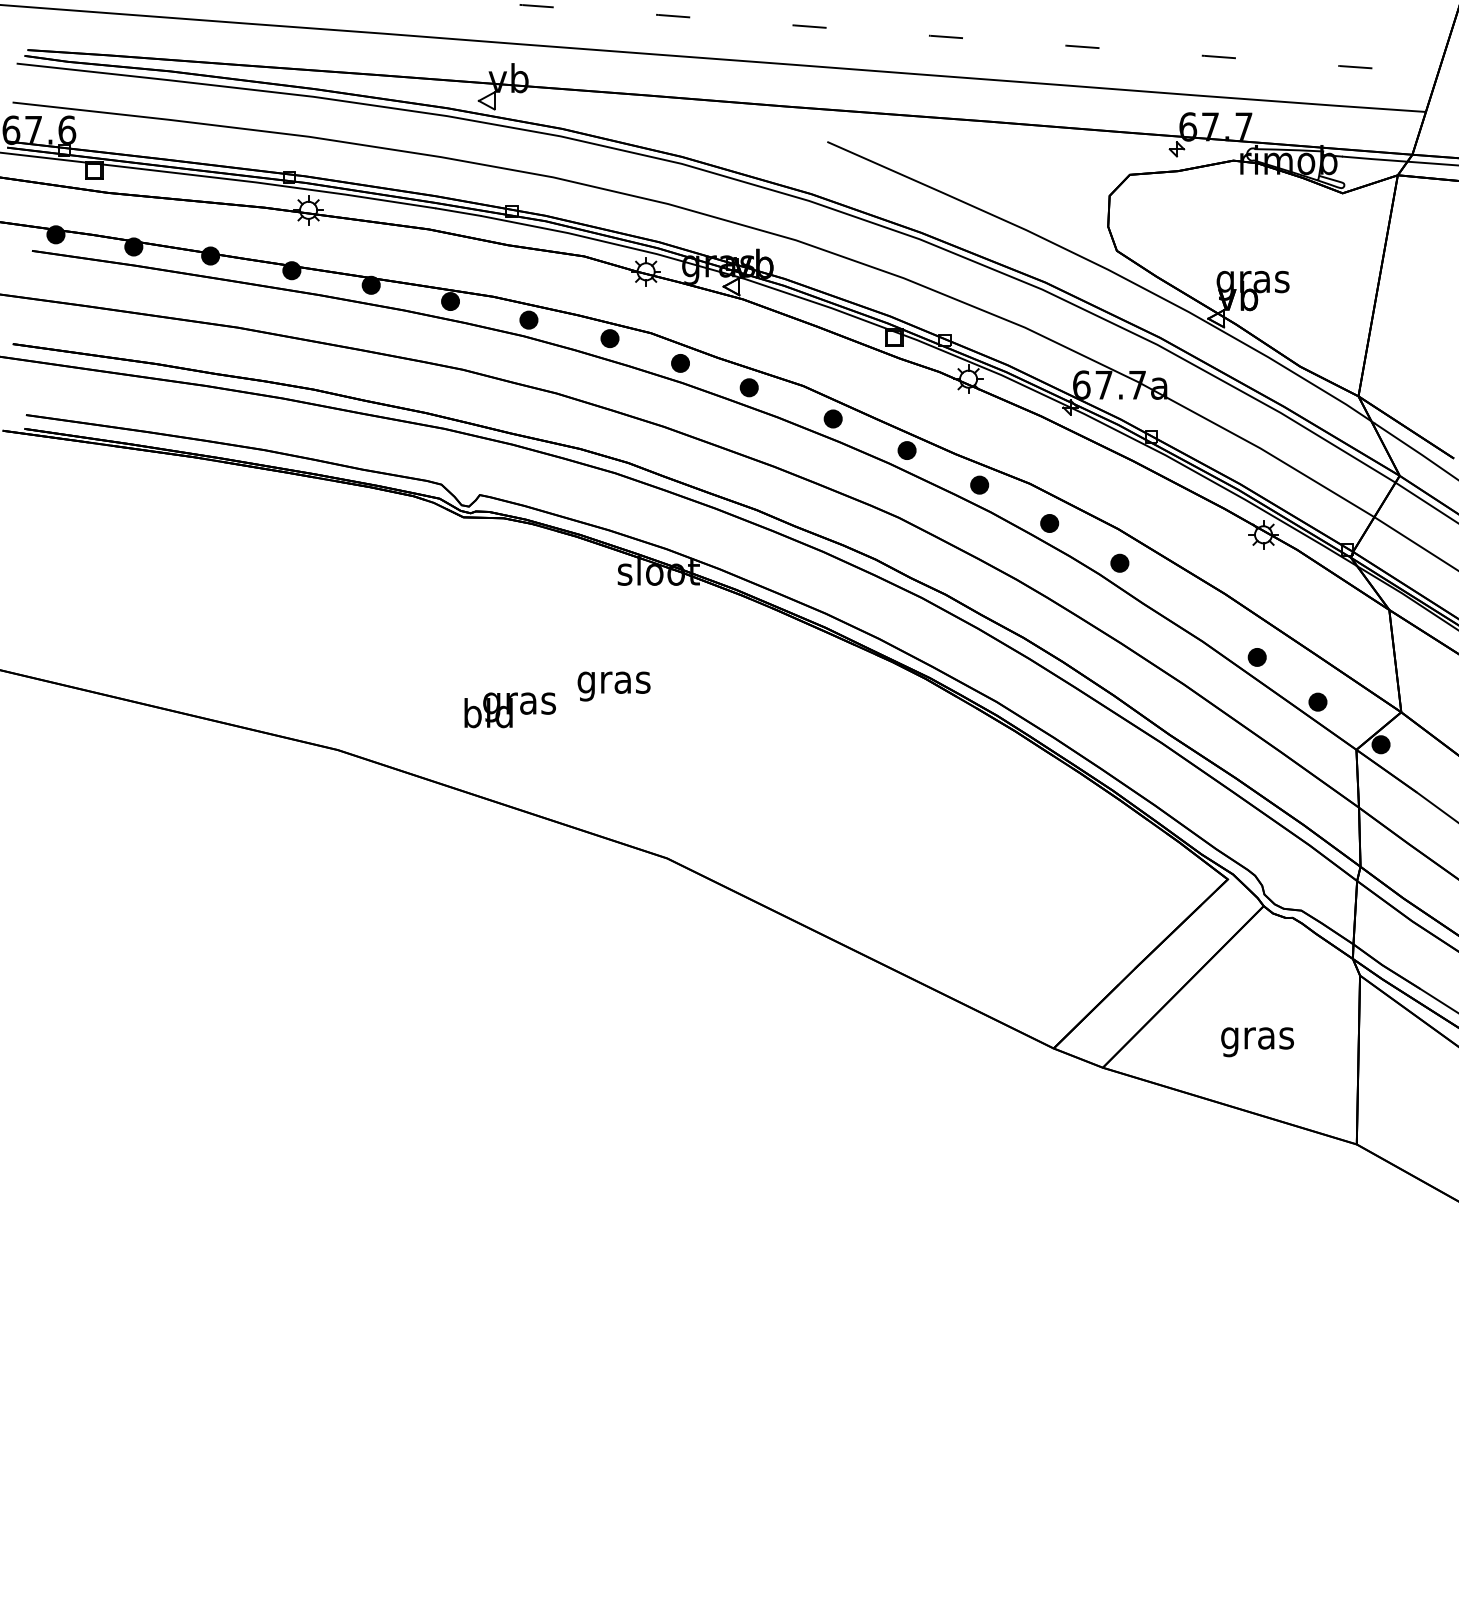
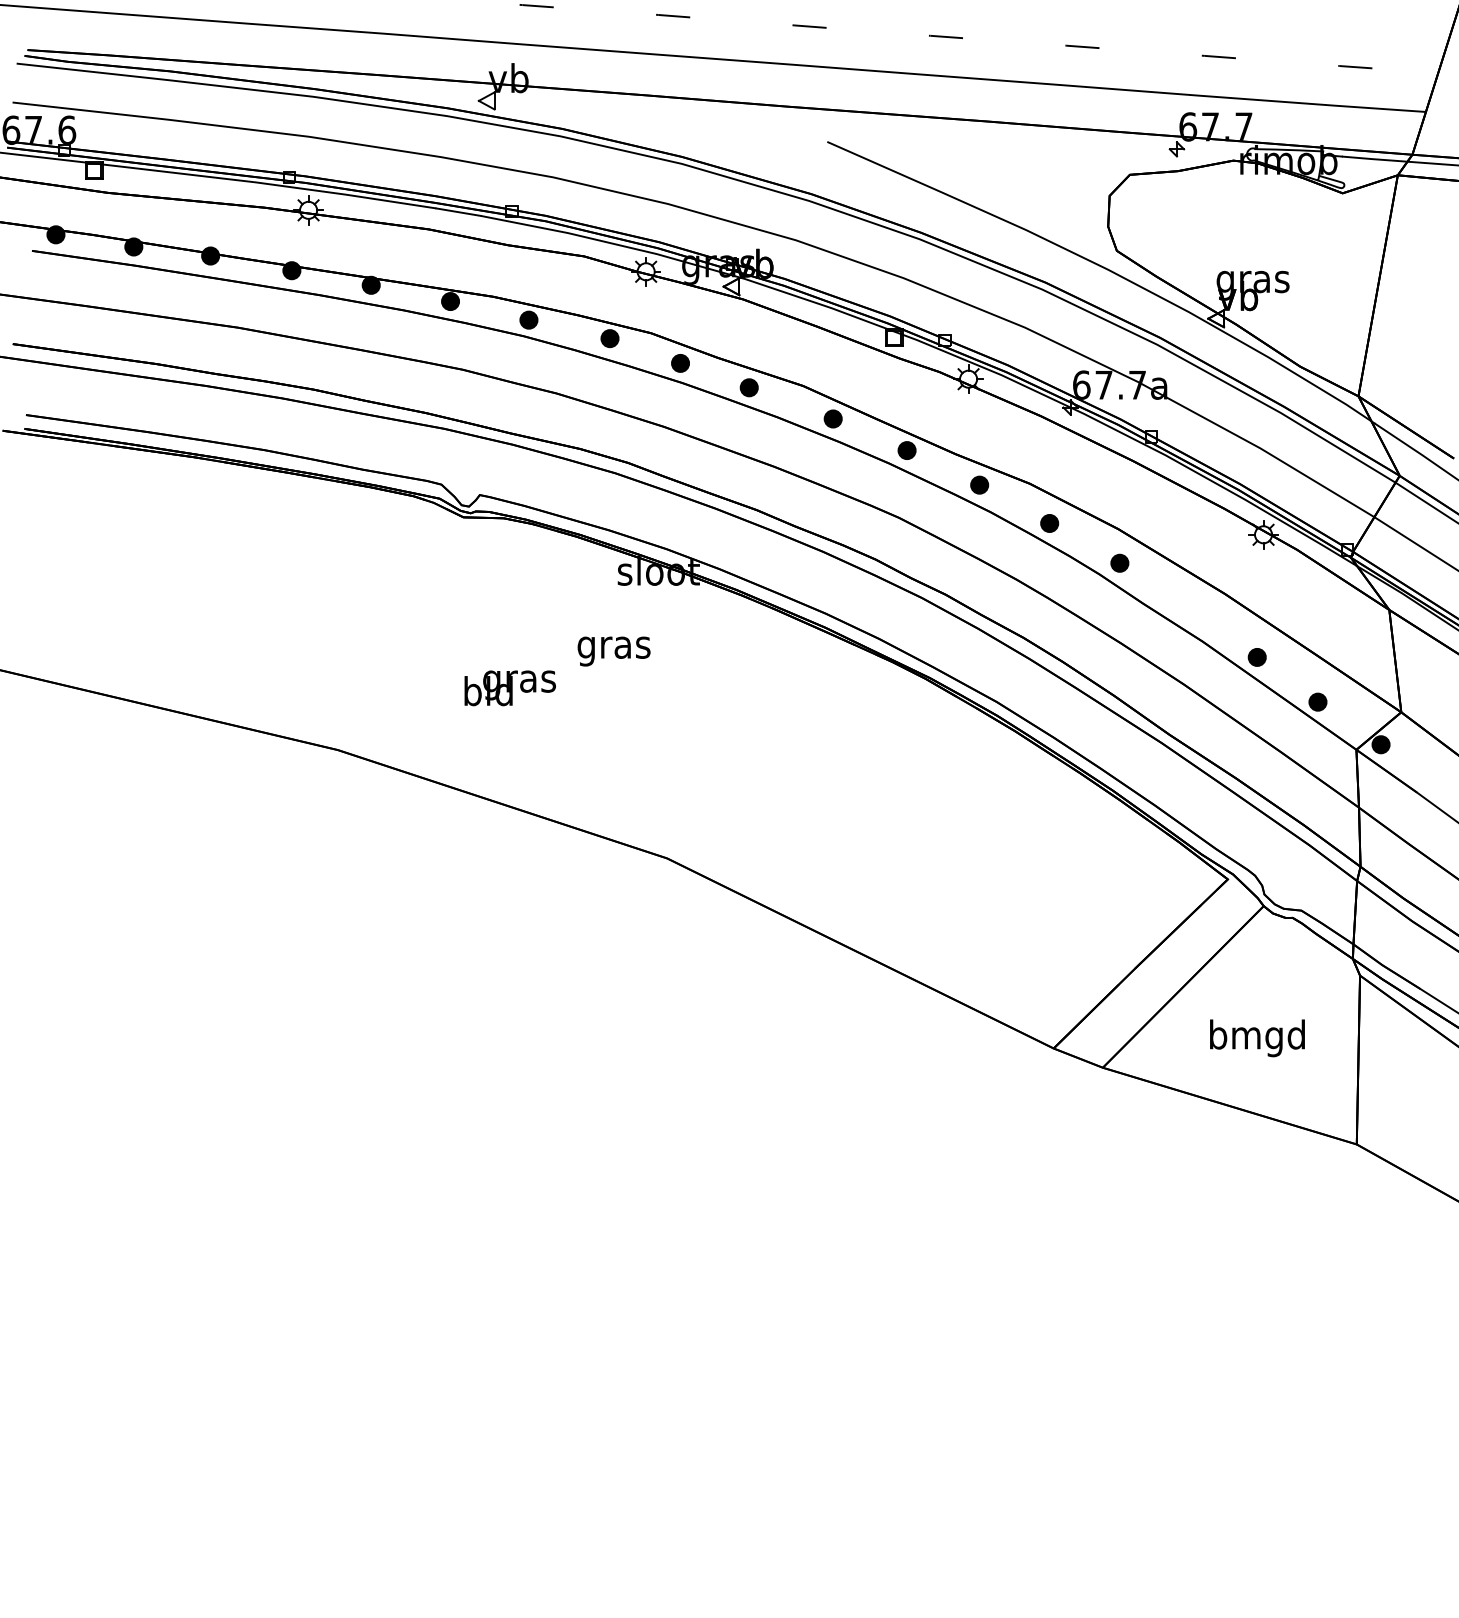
text at (613, 686) position: (613, 686) -> (613, 651)
text at (509, 710) position: (509, 710) -> (509, 688)
text at (1257, 1038): gras -> bmgd
